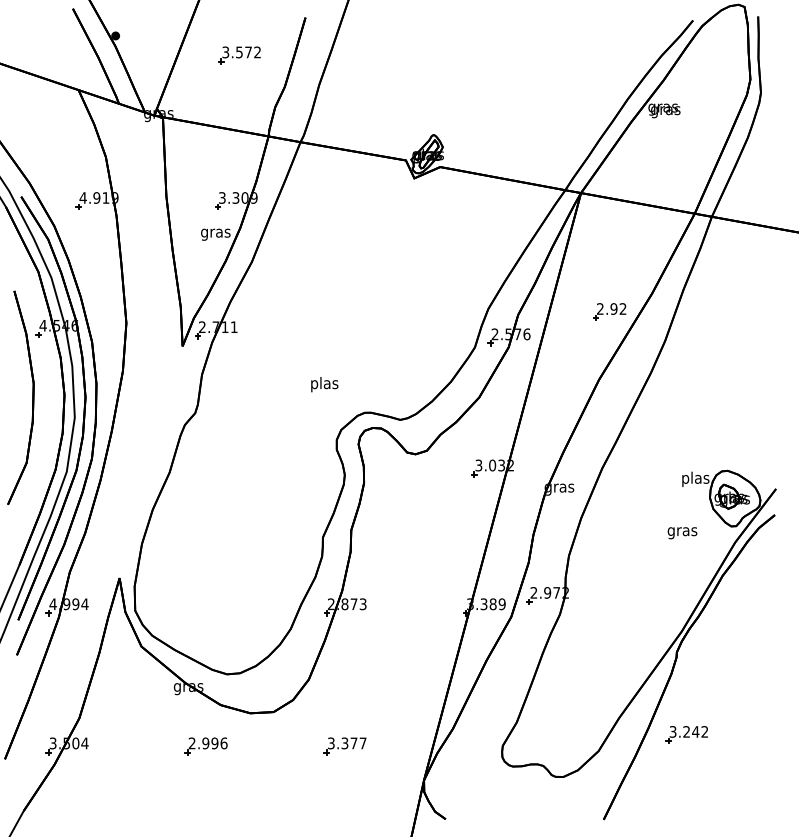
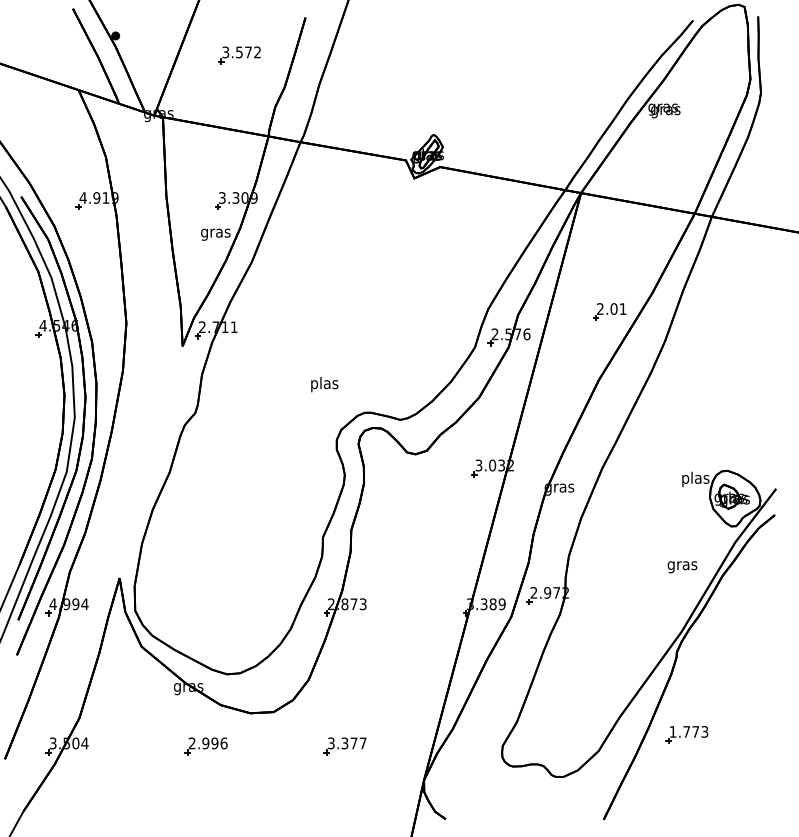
text at (618, 308): 2.92 -> 2.01
part at (32, 397): present -> none
text at (682, 533) position: (682, 533) -> (682, 567)
text at (688, 731): 3.242 -> 1.773
